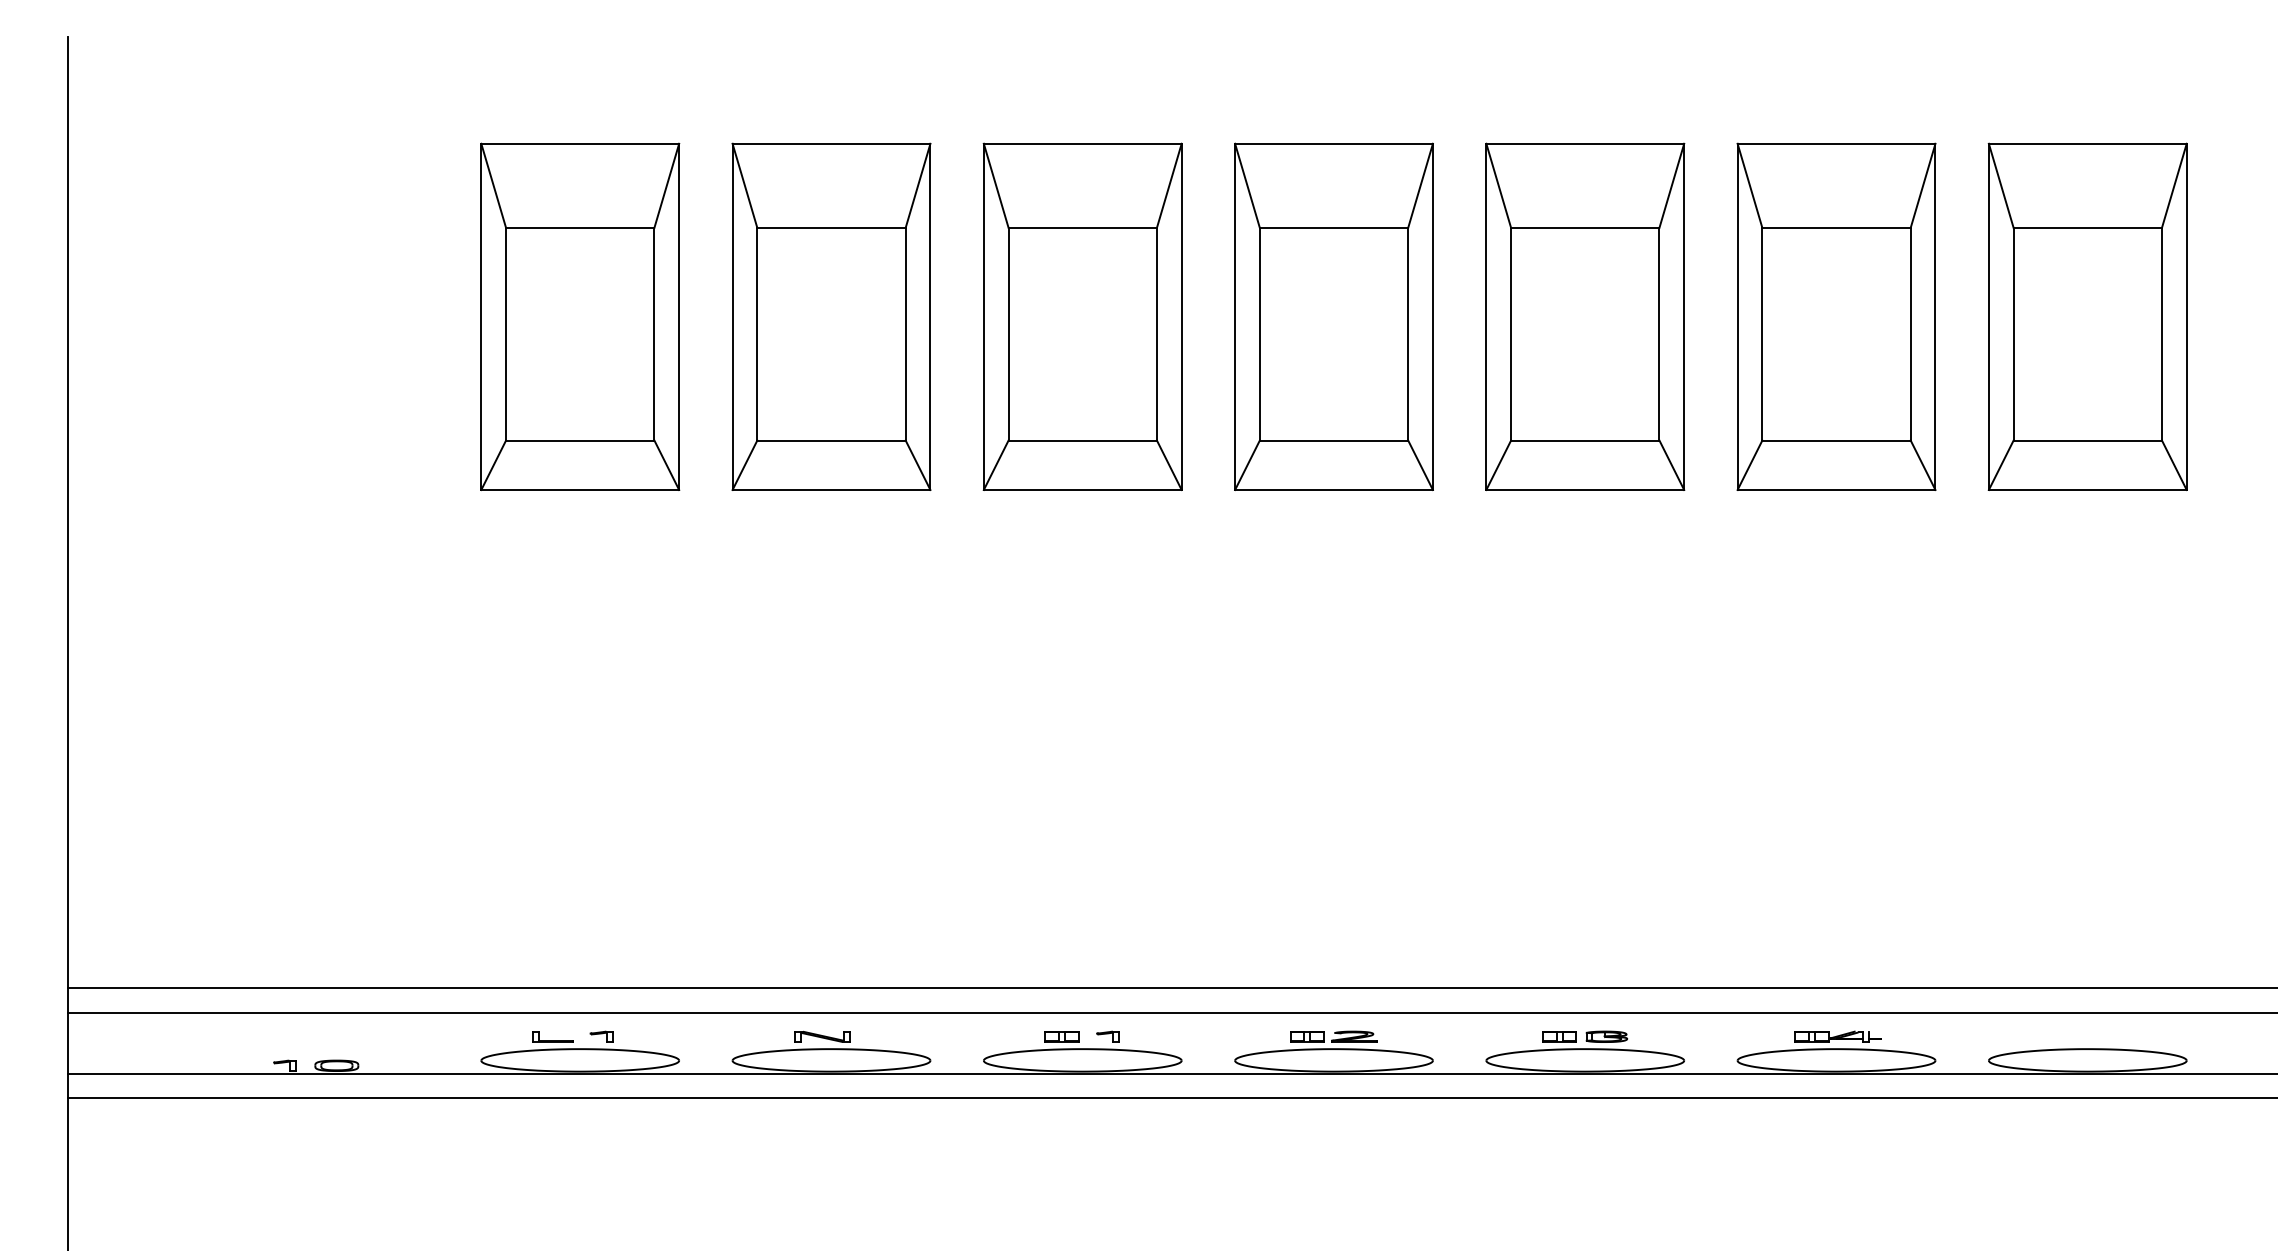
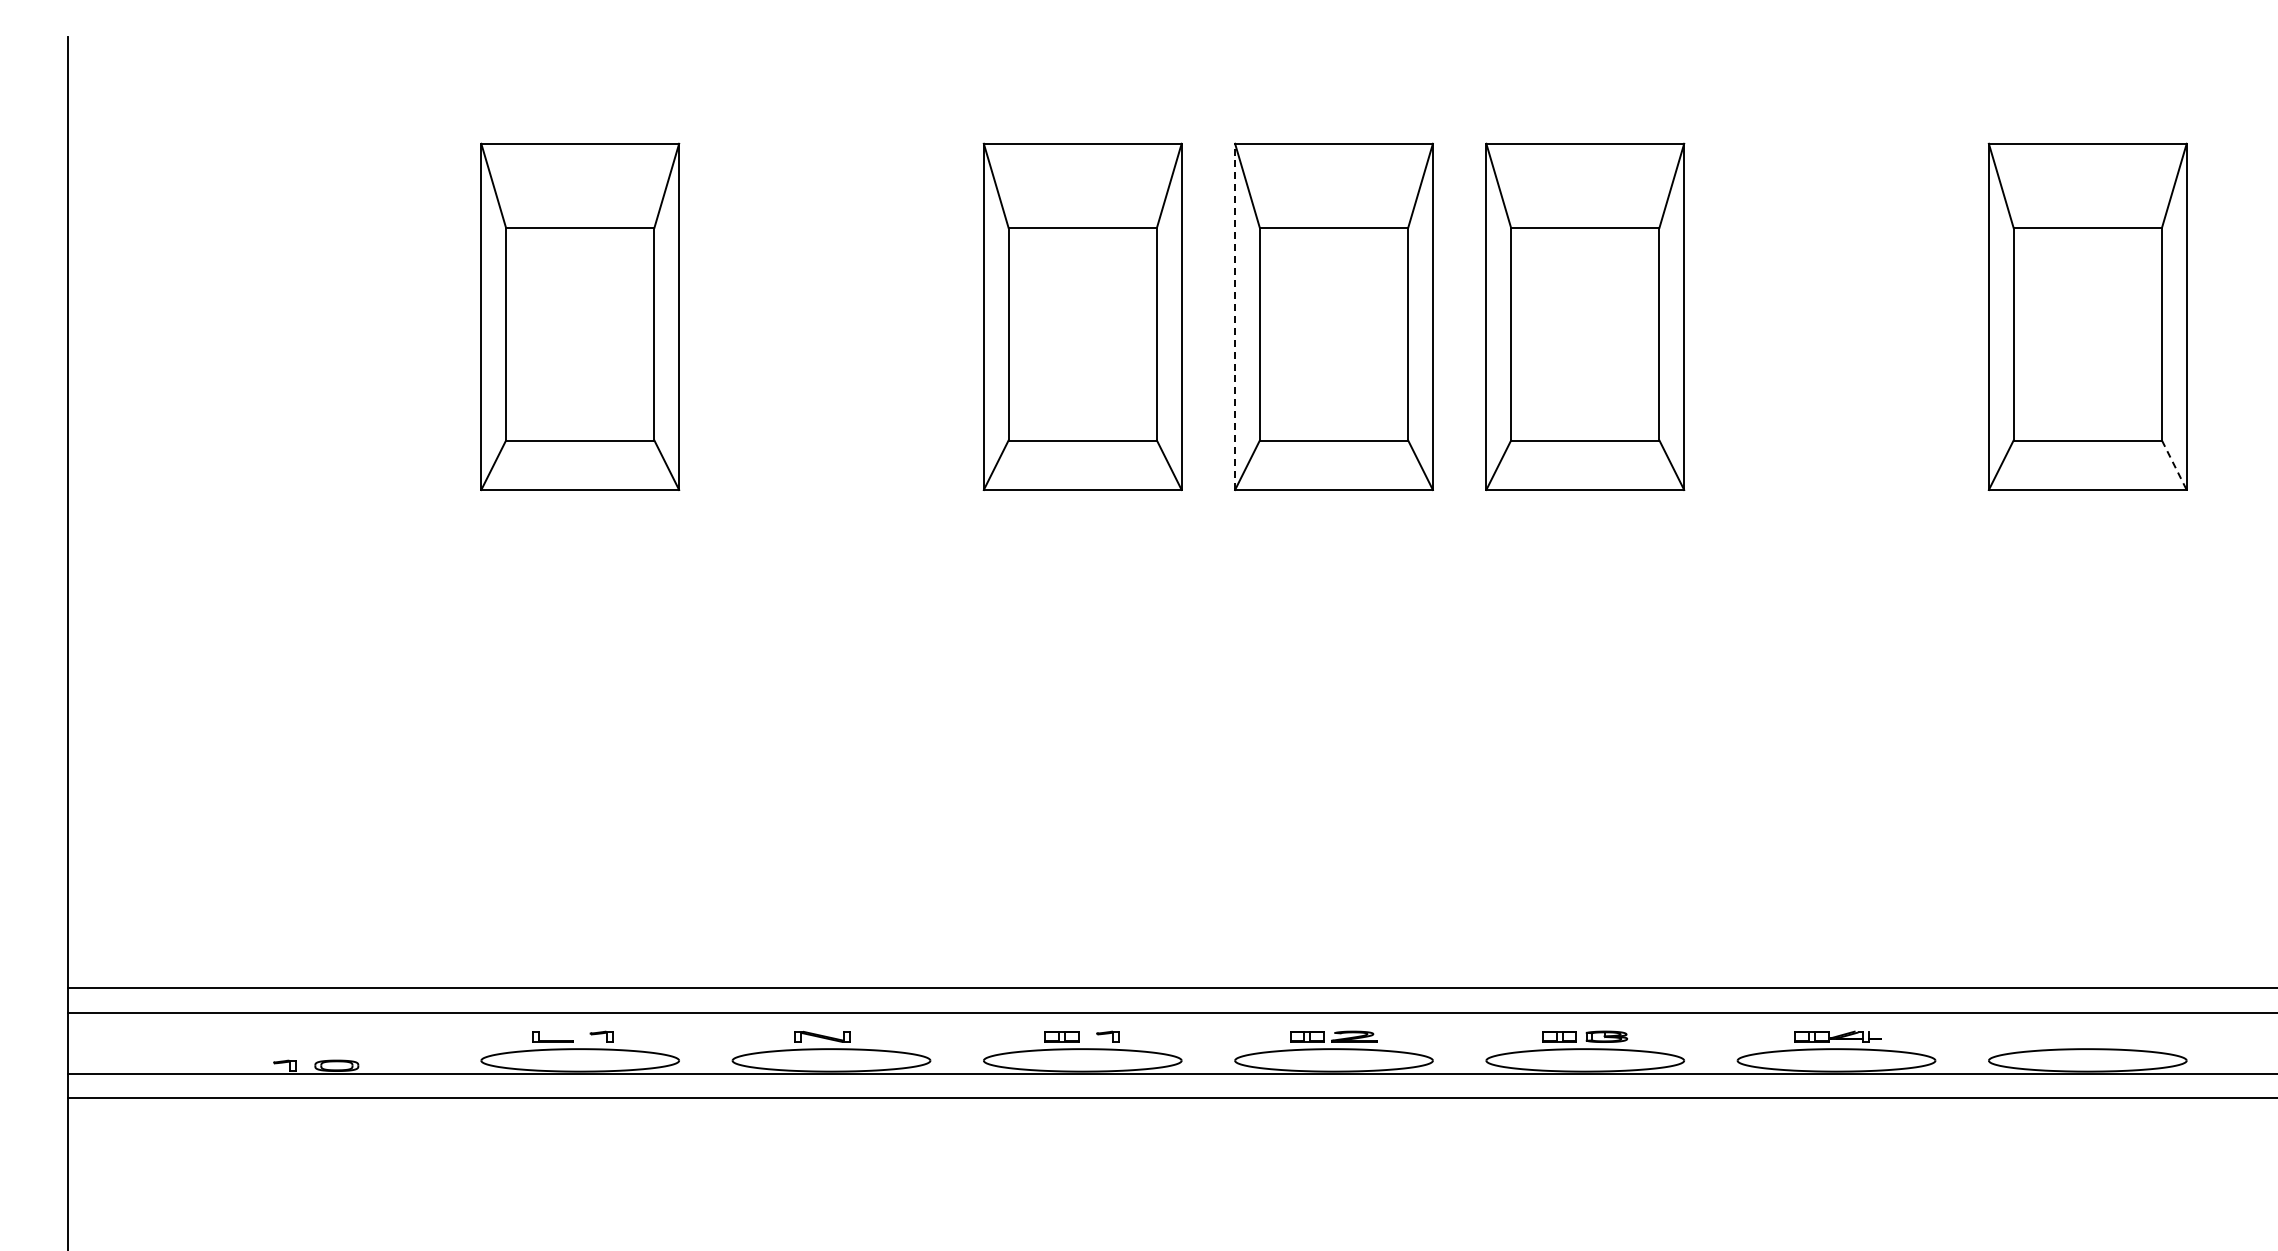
part at (831, 316): present -> none
line at (1235, 316): solid -> dashed
part at (1836, 316): present -> none
line at (2174, 465): solid -> dashed
